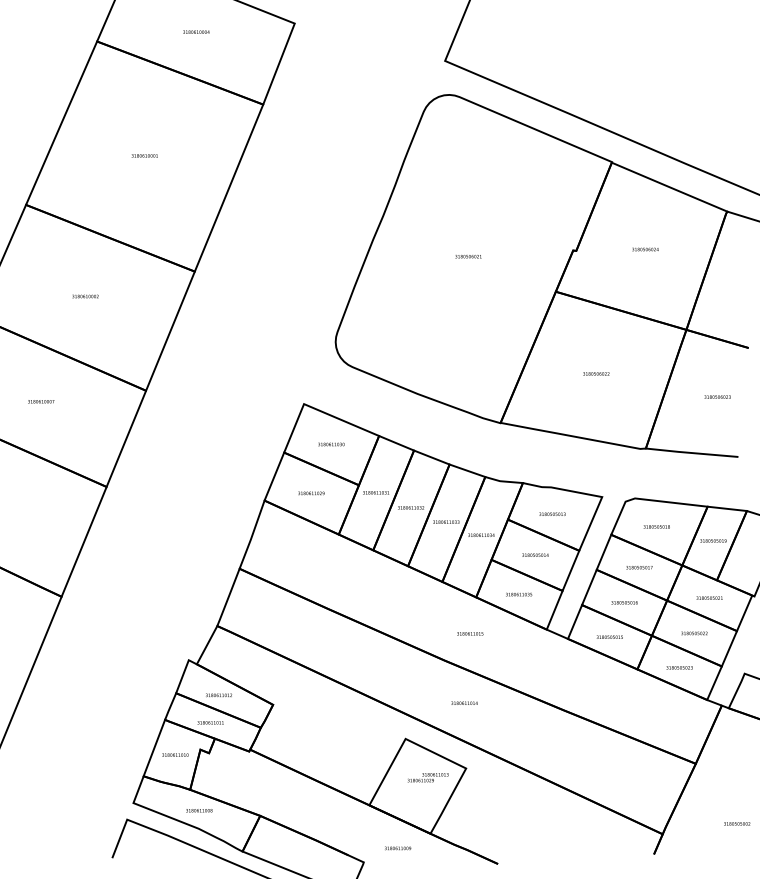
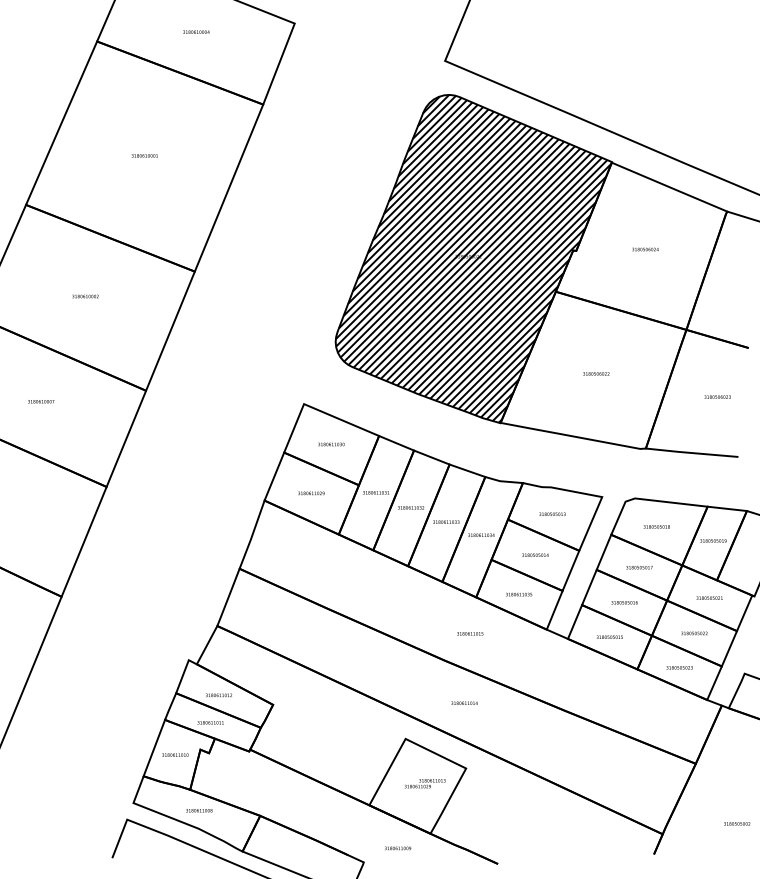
hatch at (473, 258): none -> present
text at (428, 777) position: (428, 777) -> (425, 783)
